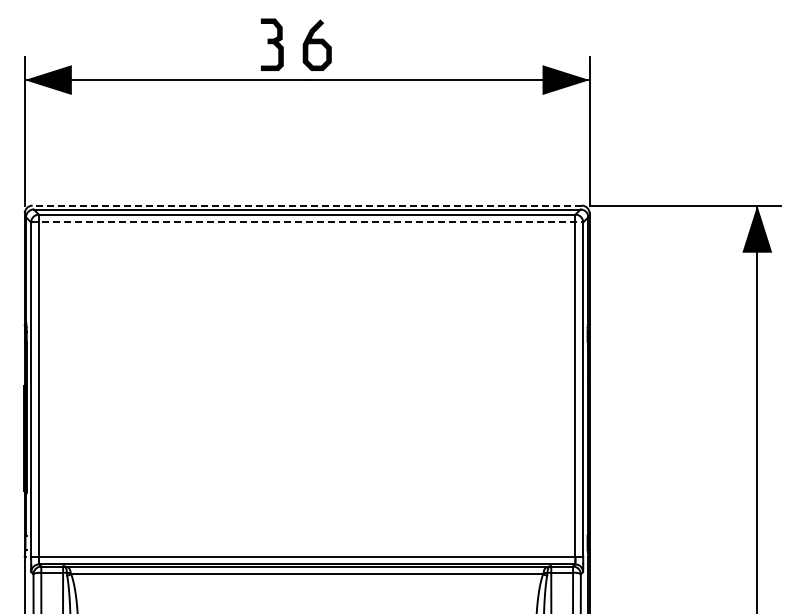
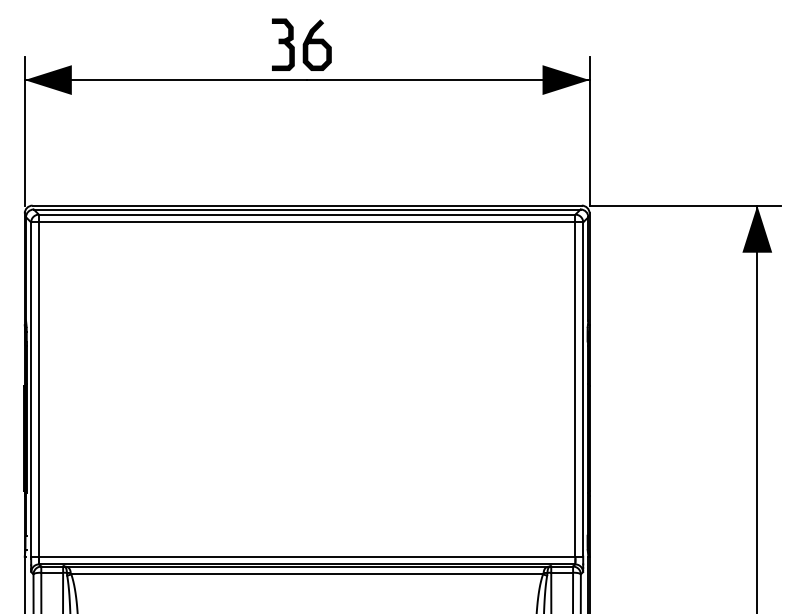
part at (272, 44) position: (272, 44) -> (283, 44)
line at (307, 205): dashed -> solid
line at (307, 222): dashed -> solid
